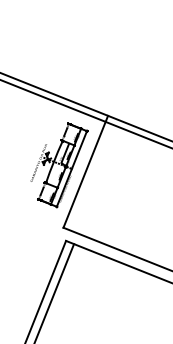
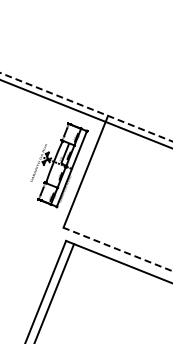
line at (86, 107): solid -> dashed
line at (118, 249): solid -> dashed
